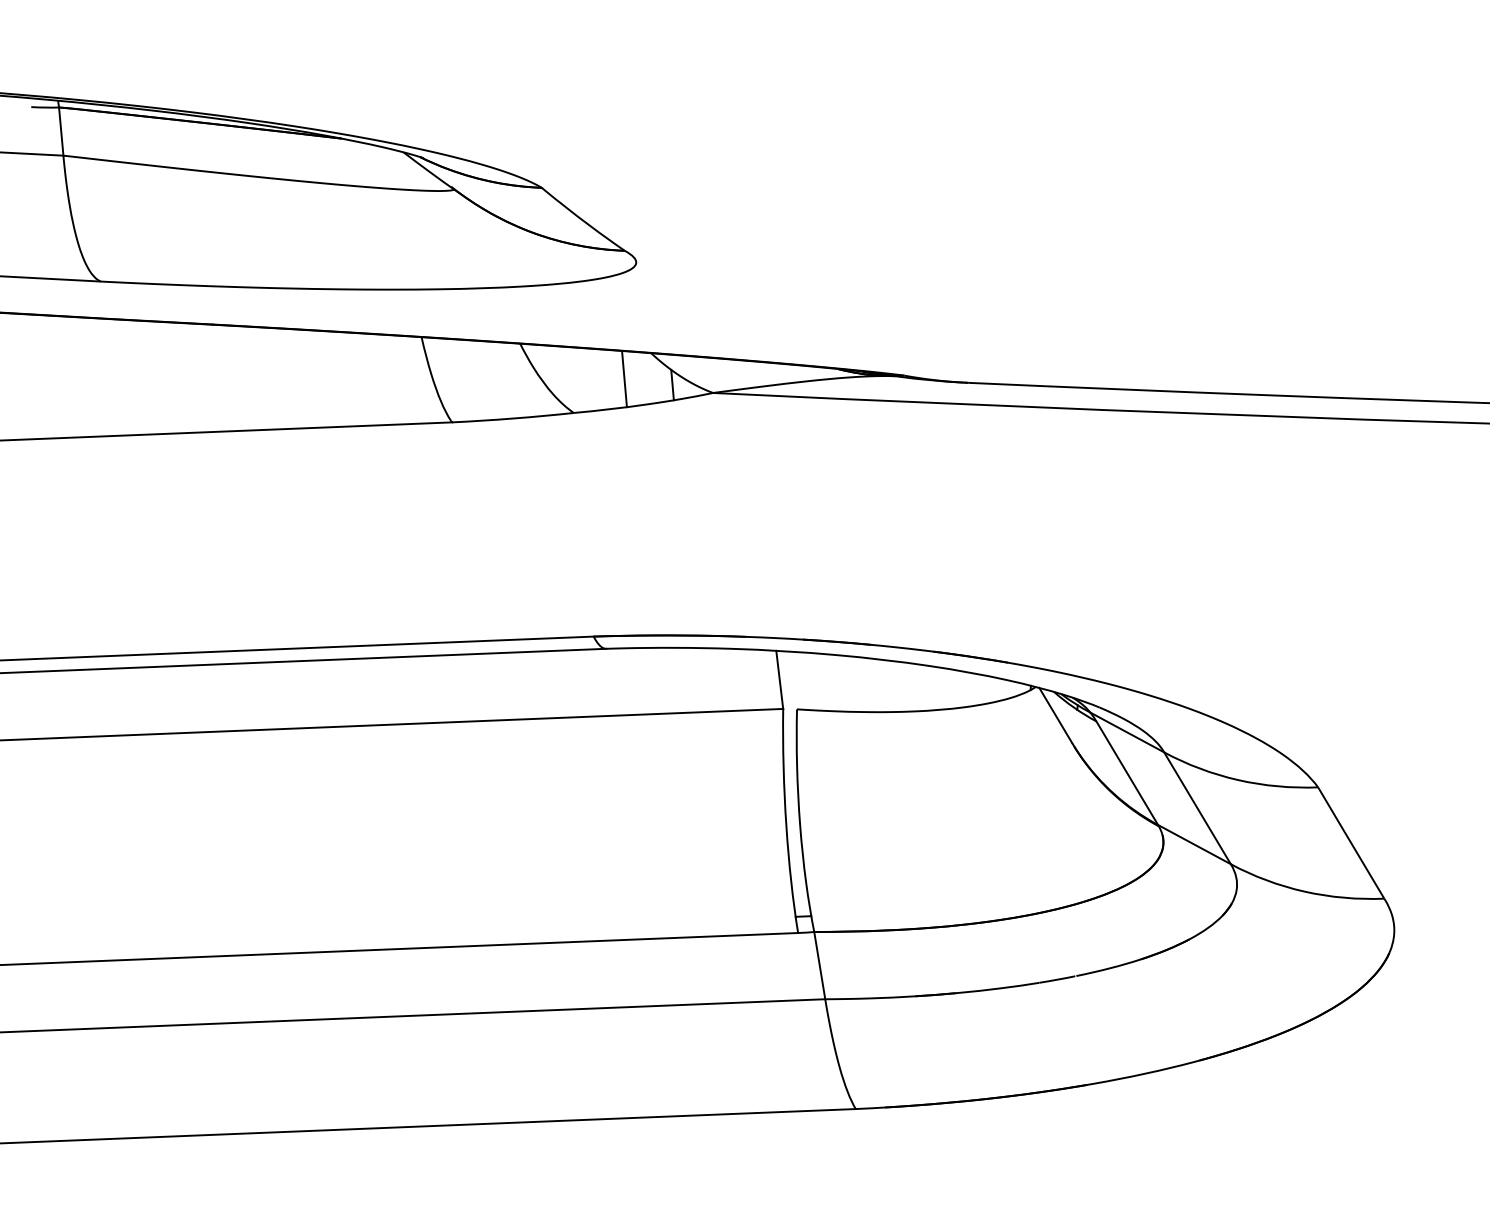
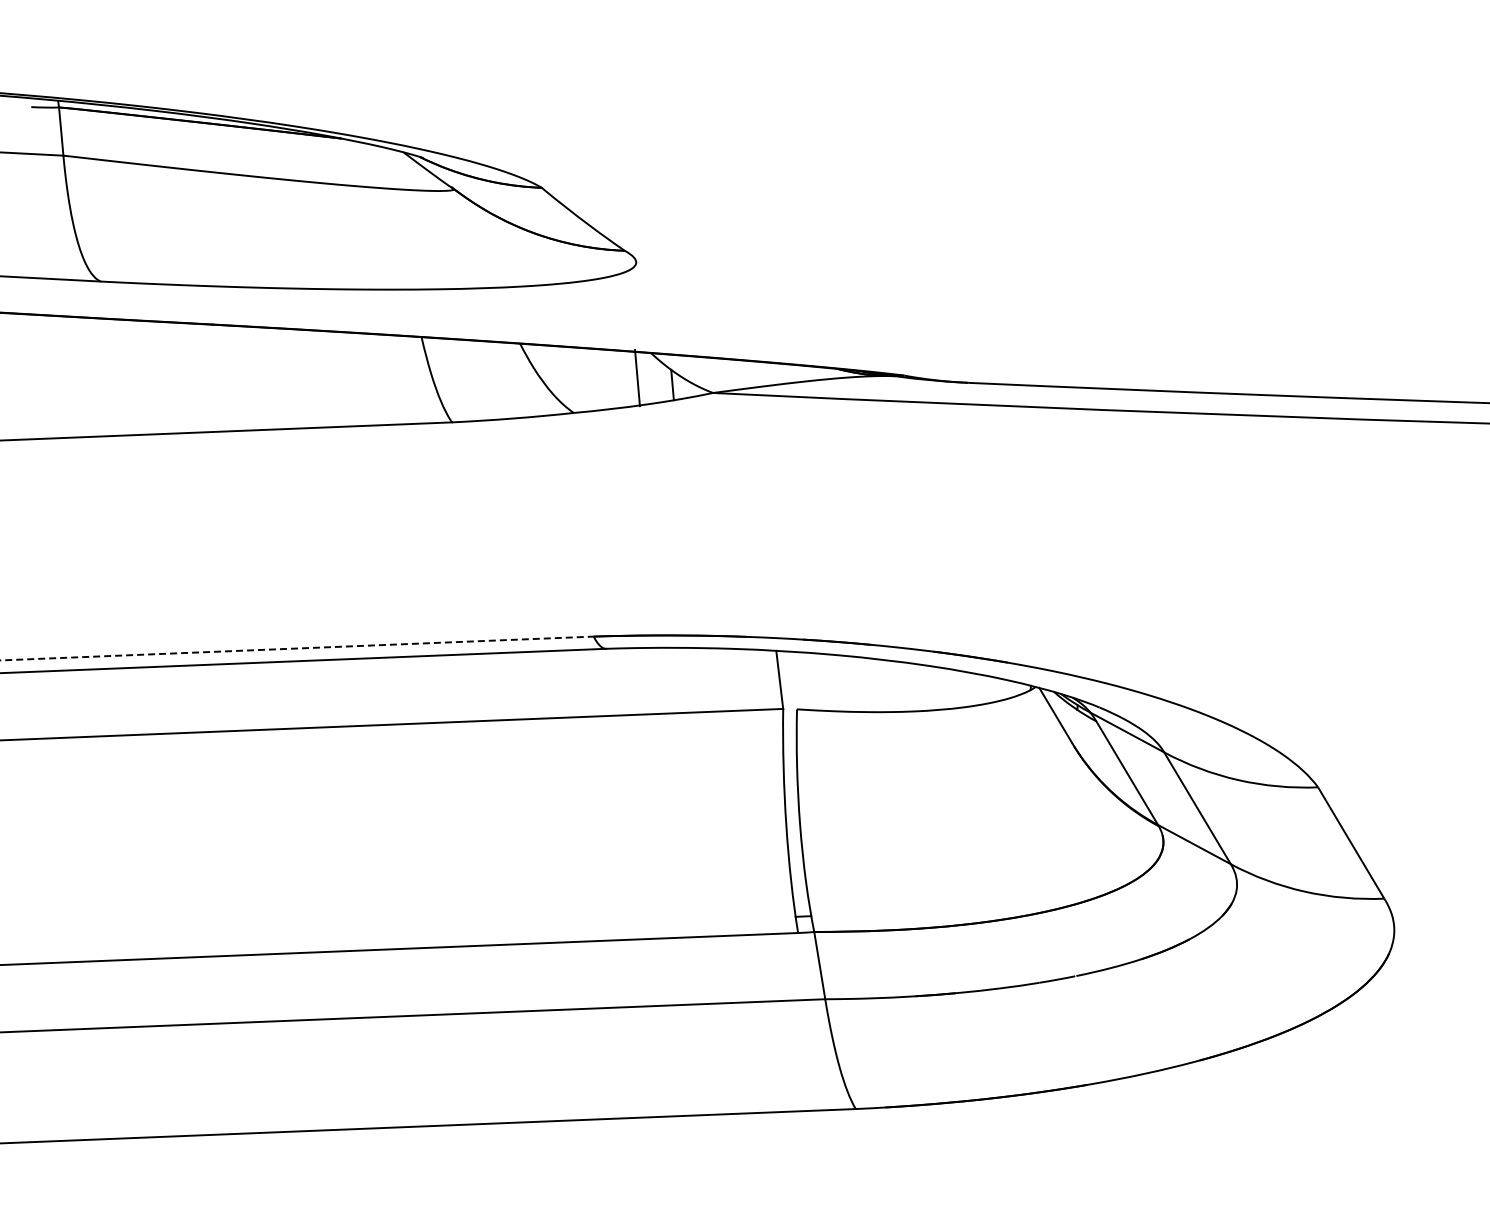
line at (624, 378) position: (624, 378) -> (637, 377)
line at (296, 648): solid -> dashed
